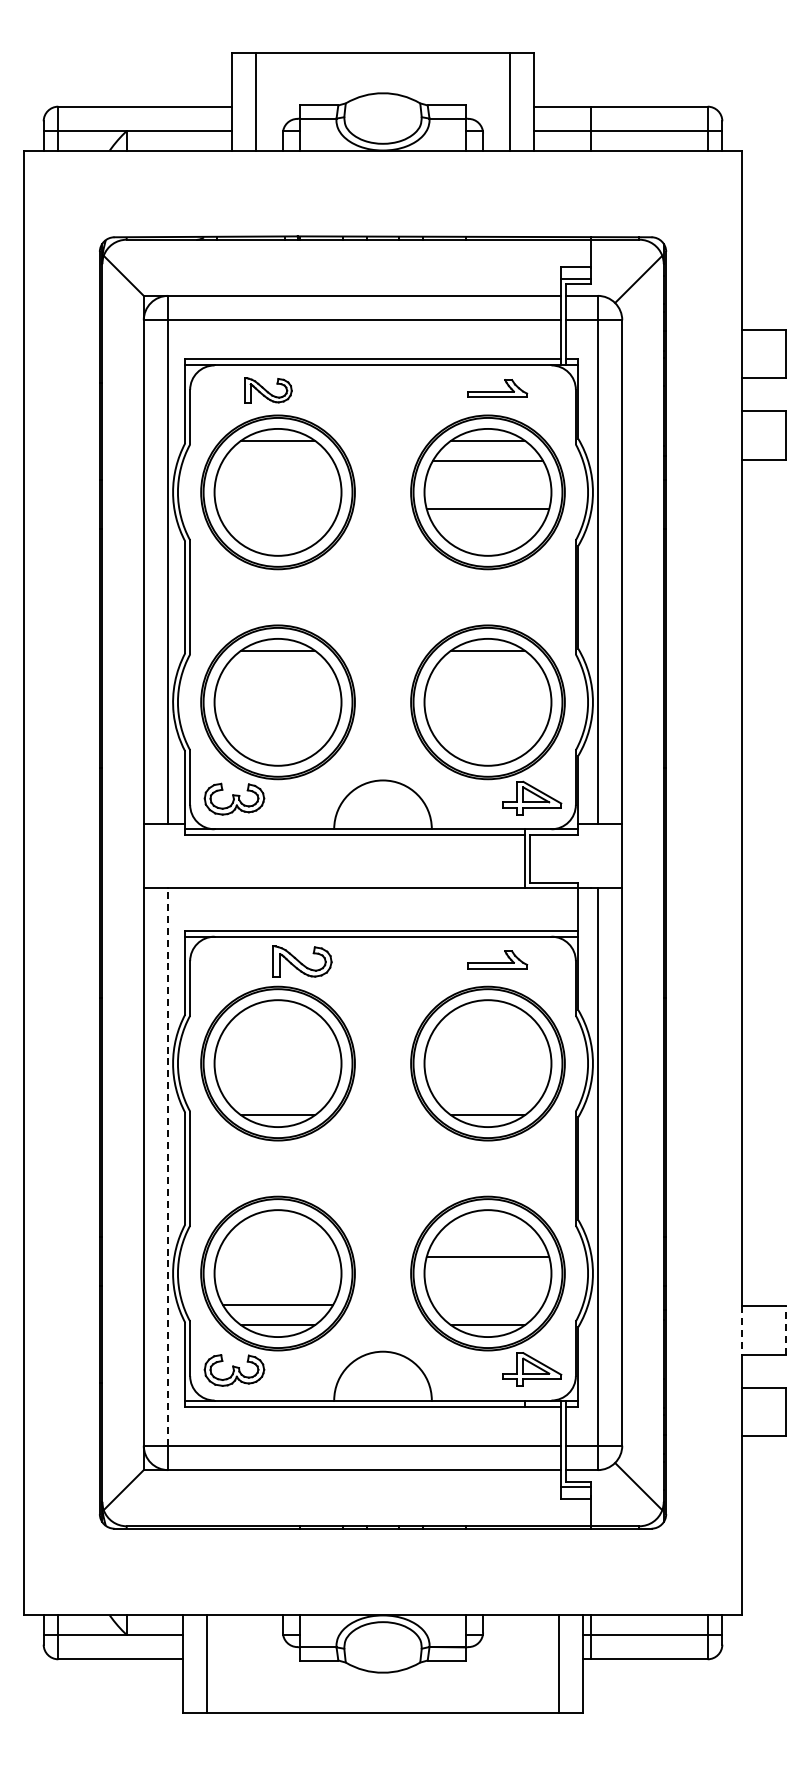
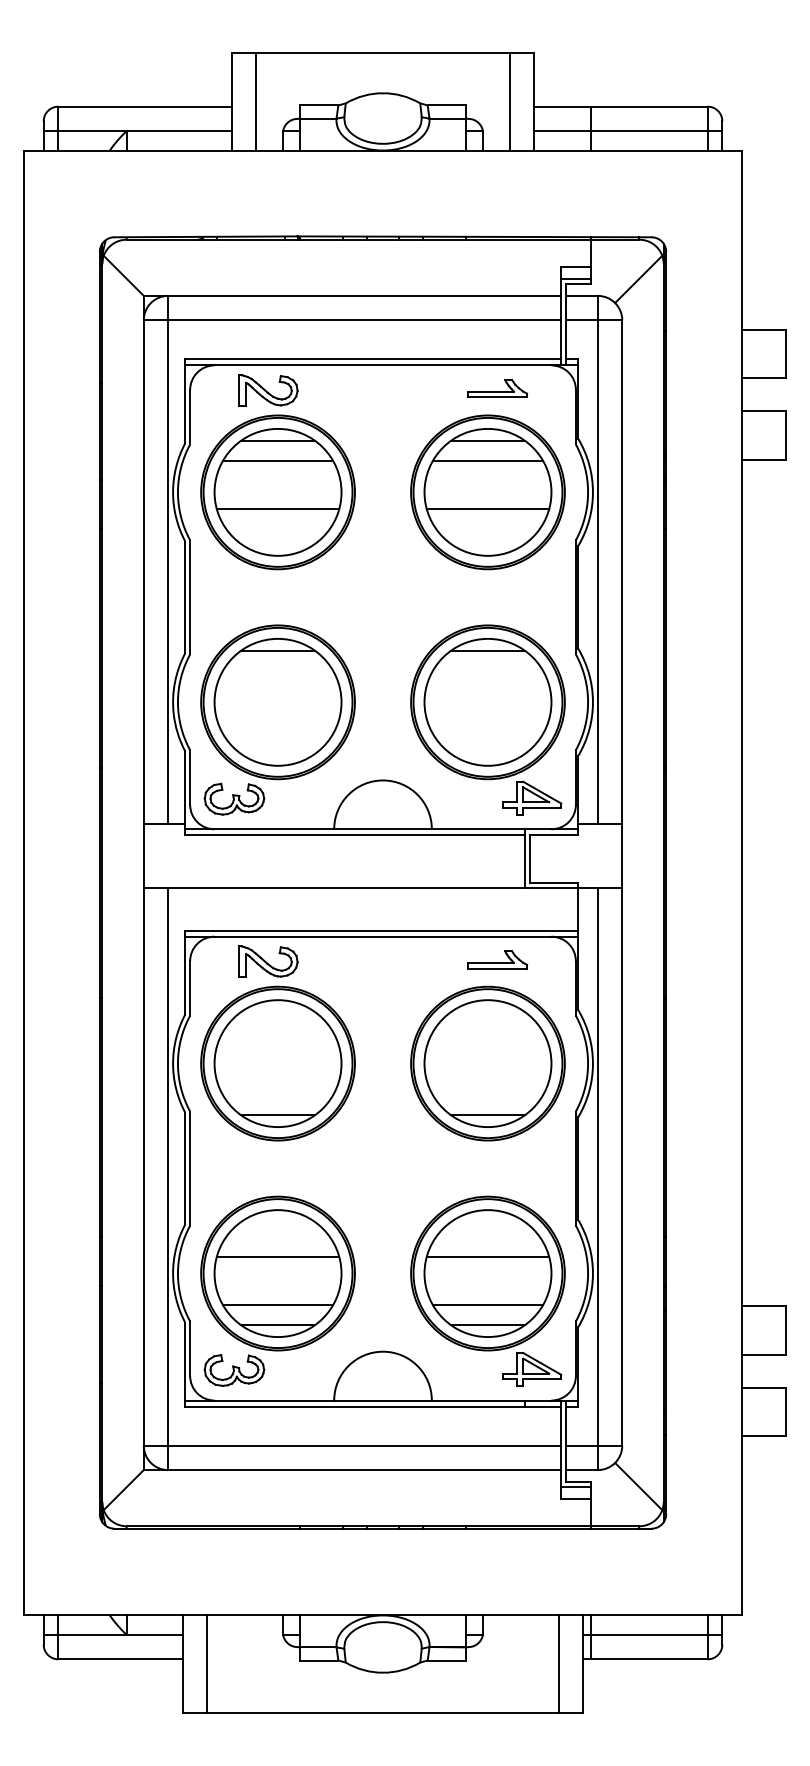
part at (268, 390) size: 49x27 px -> 61x33 px
line at (278, 460): none -> present
line at (277, 509): none -> present
part at (302, 961) position: (302, 961) -> (268, 961)
line at (168, 1166): dashed -> solid
line at (277, 1256): none -> present
line at (487, 1305): none -> present
line at (785, 1329): dashed -> solid
line at (741, 1330): dashed -> solid
